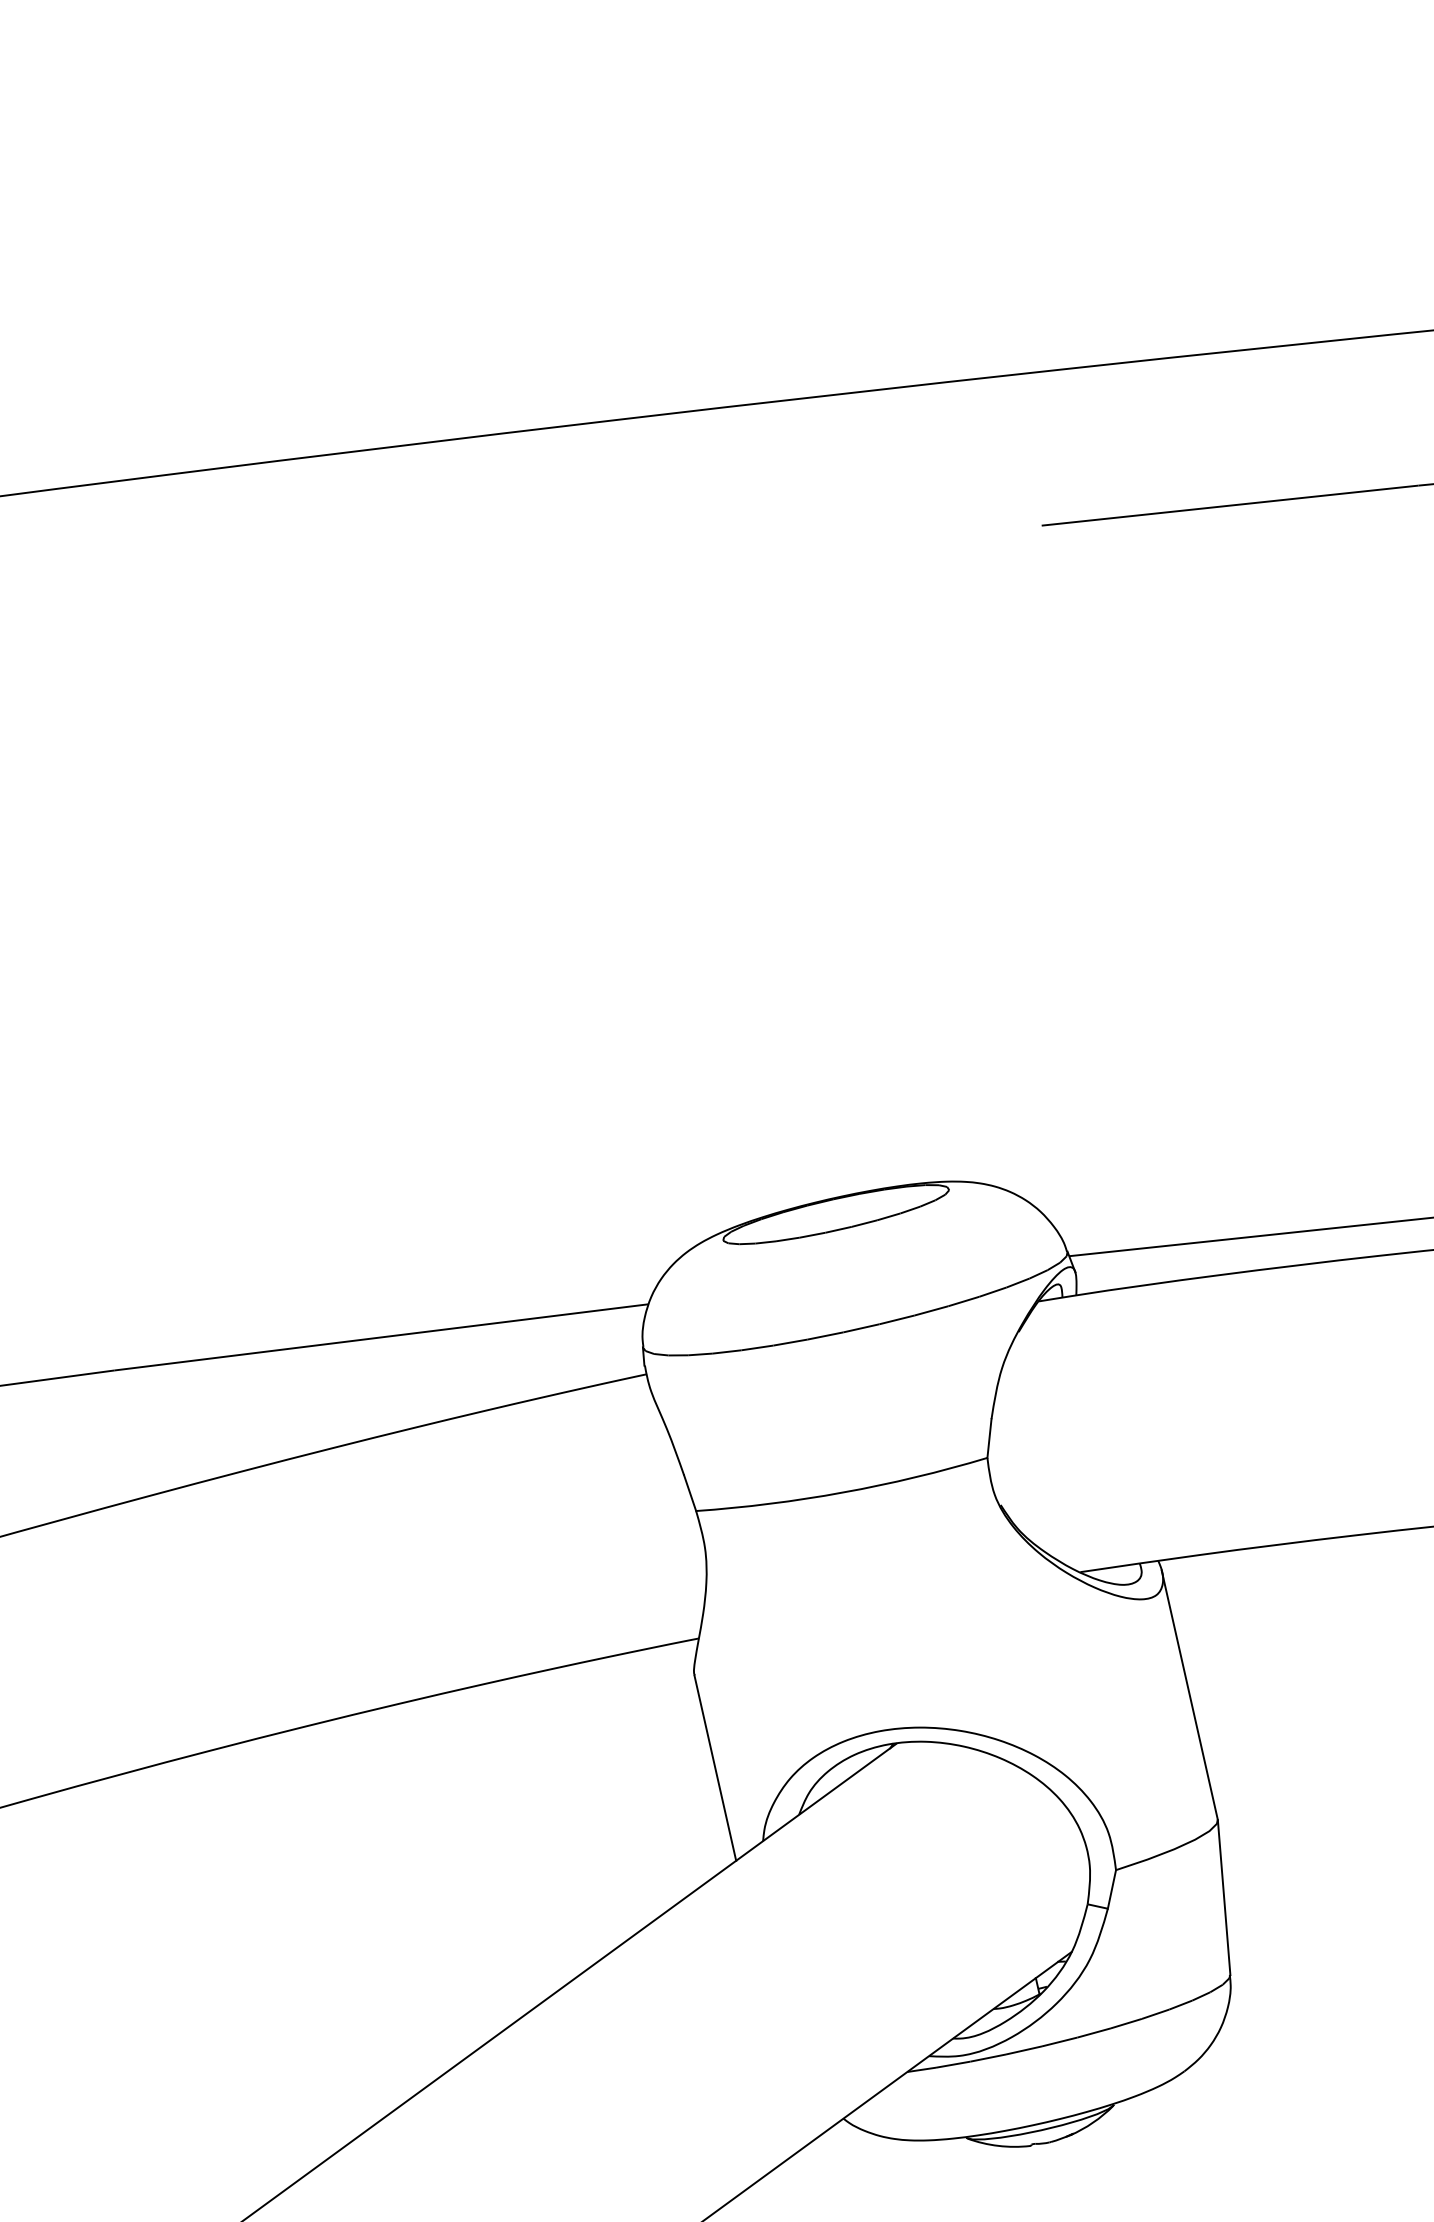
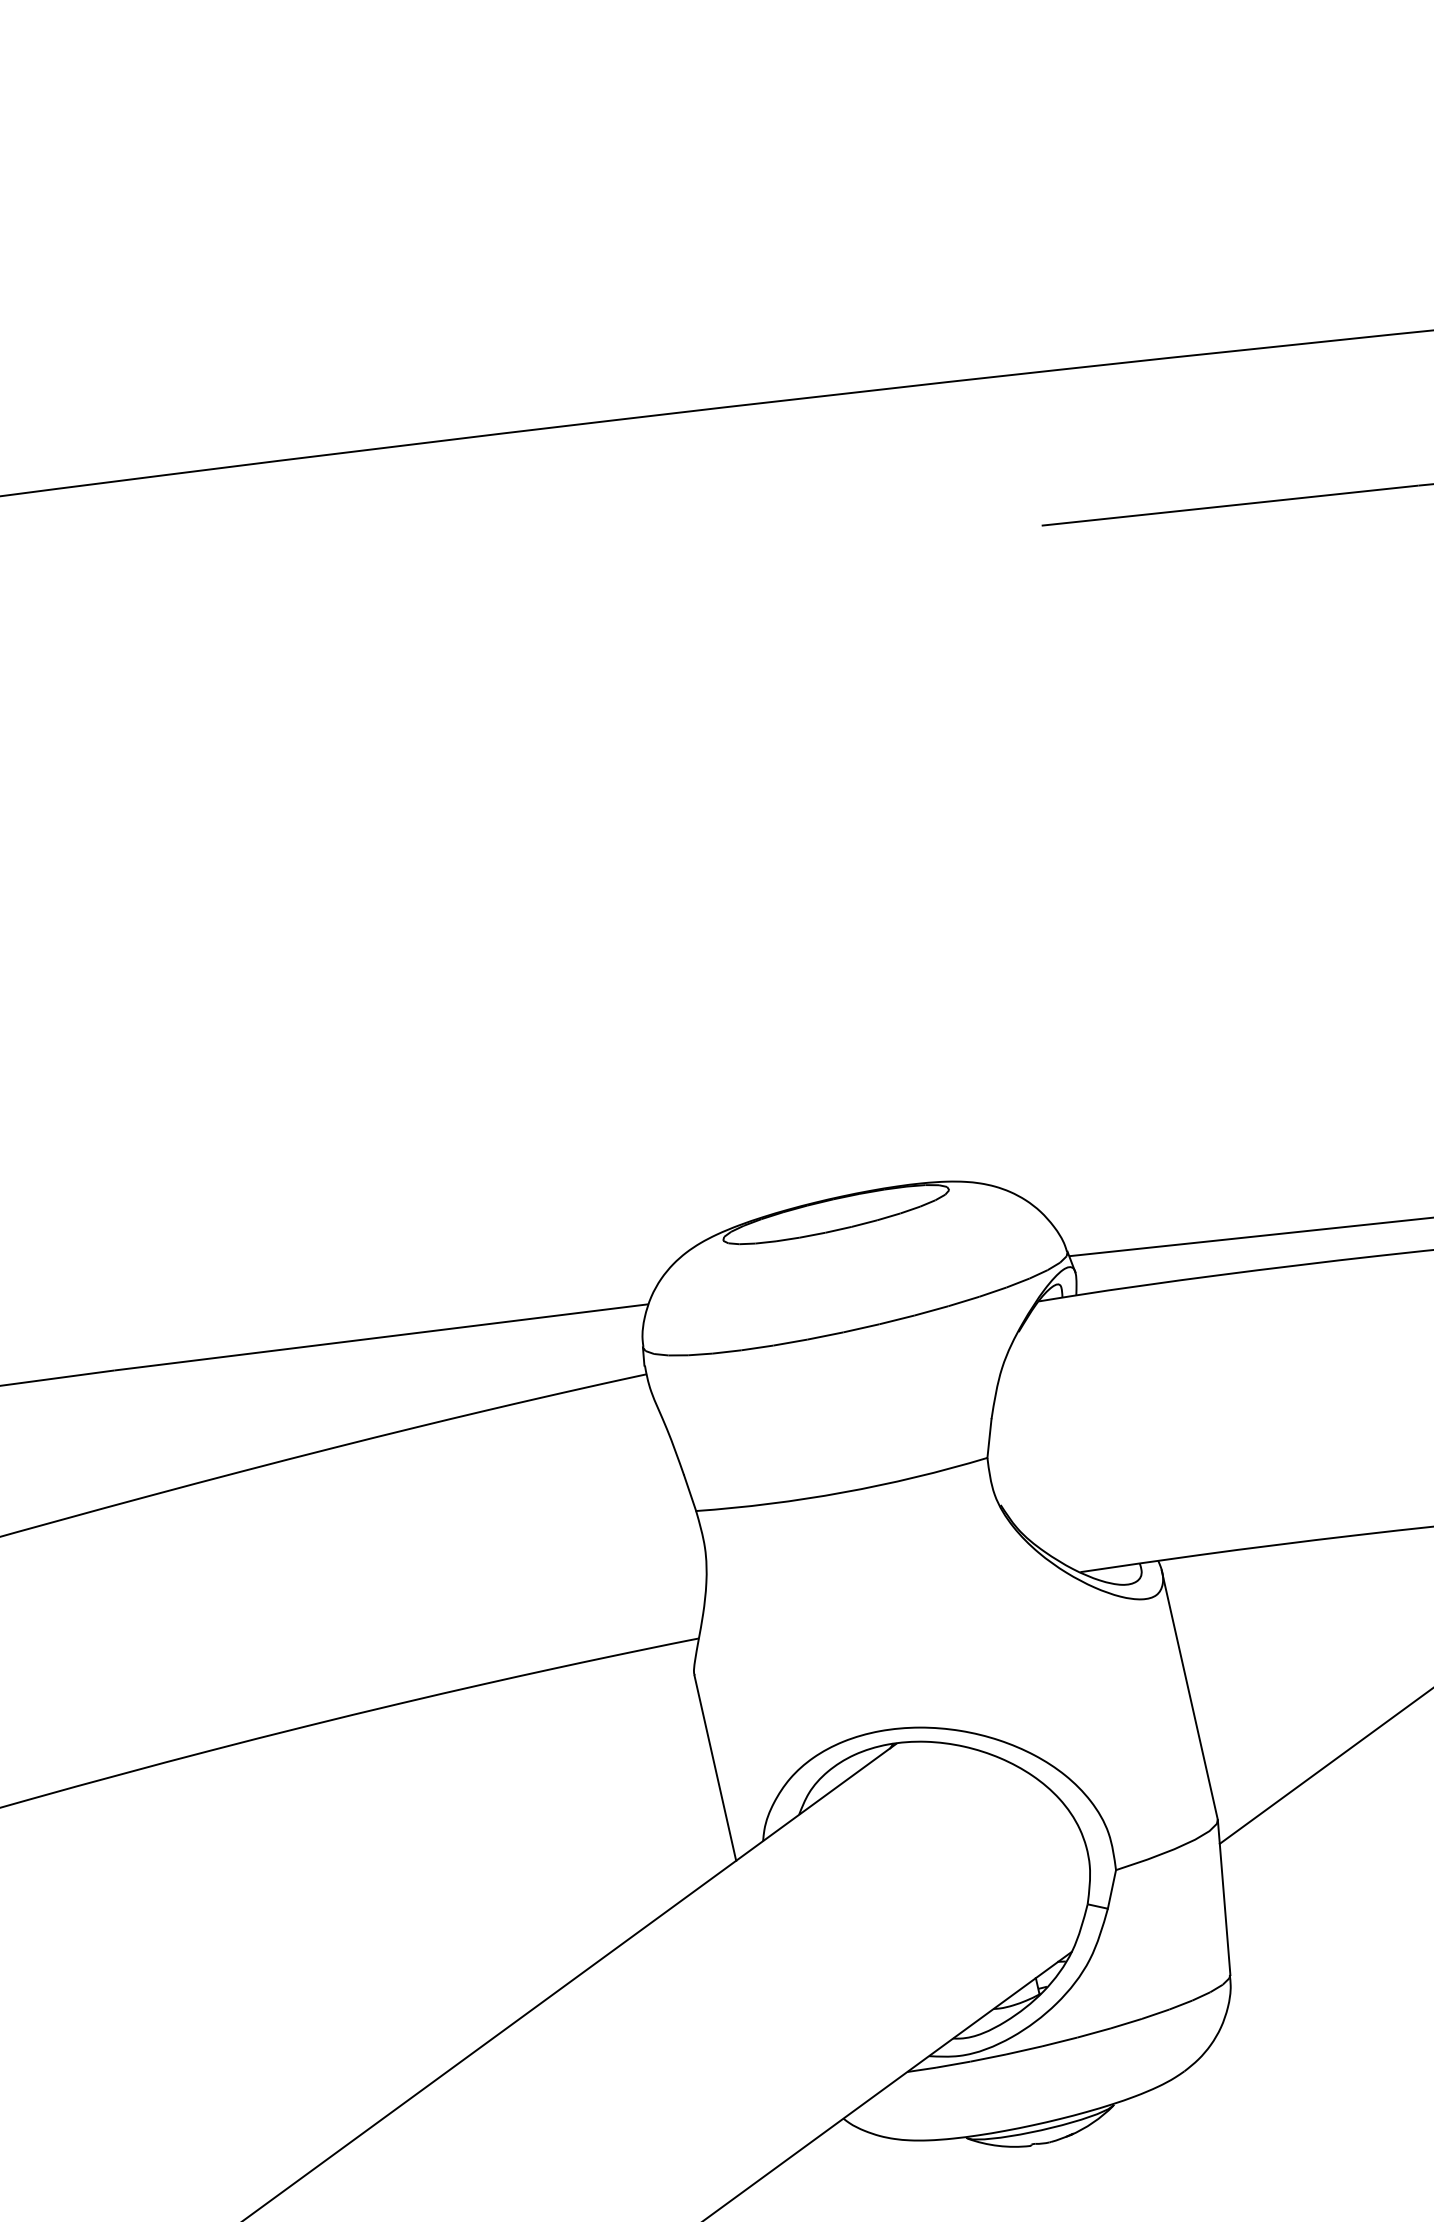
line at (1324, 1766): none -> present
